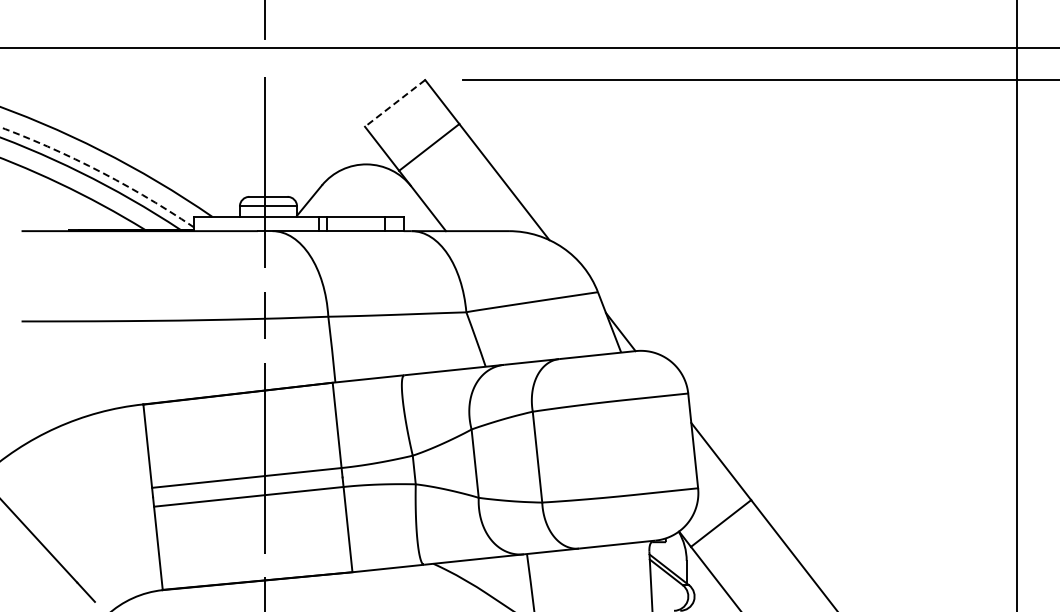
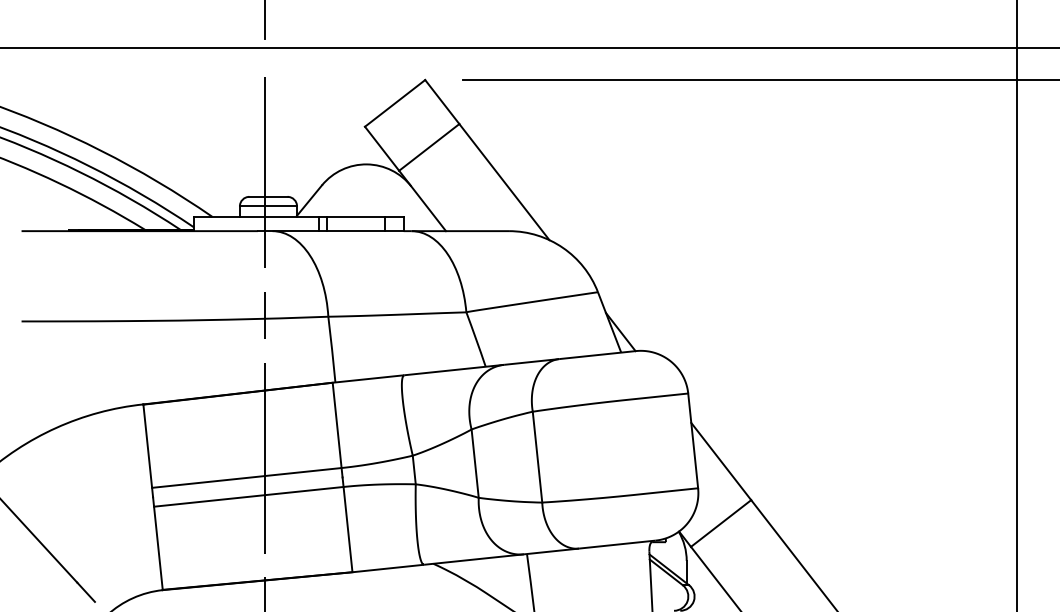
line at (394, 103): dashed -> solid
arc at (99, 171): dashed -> solid
